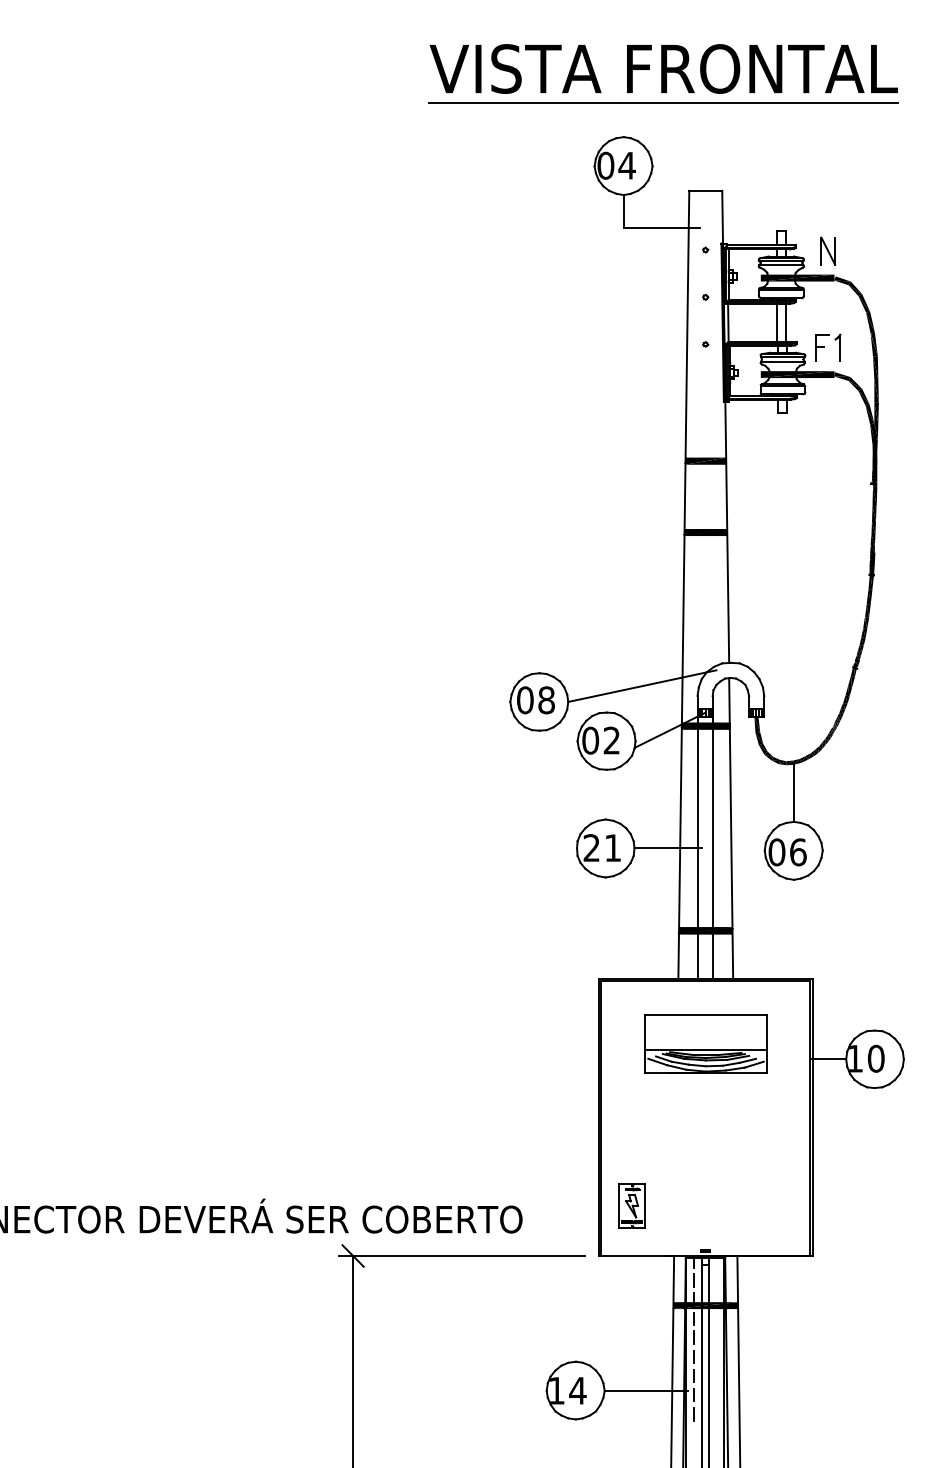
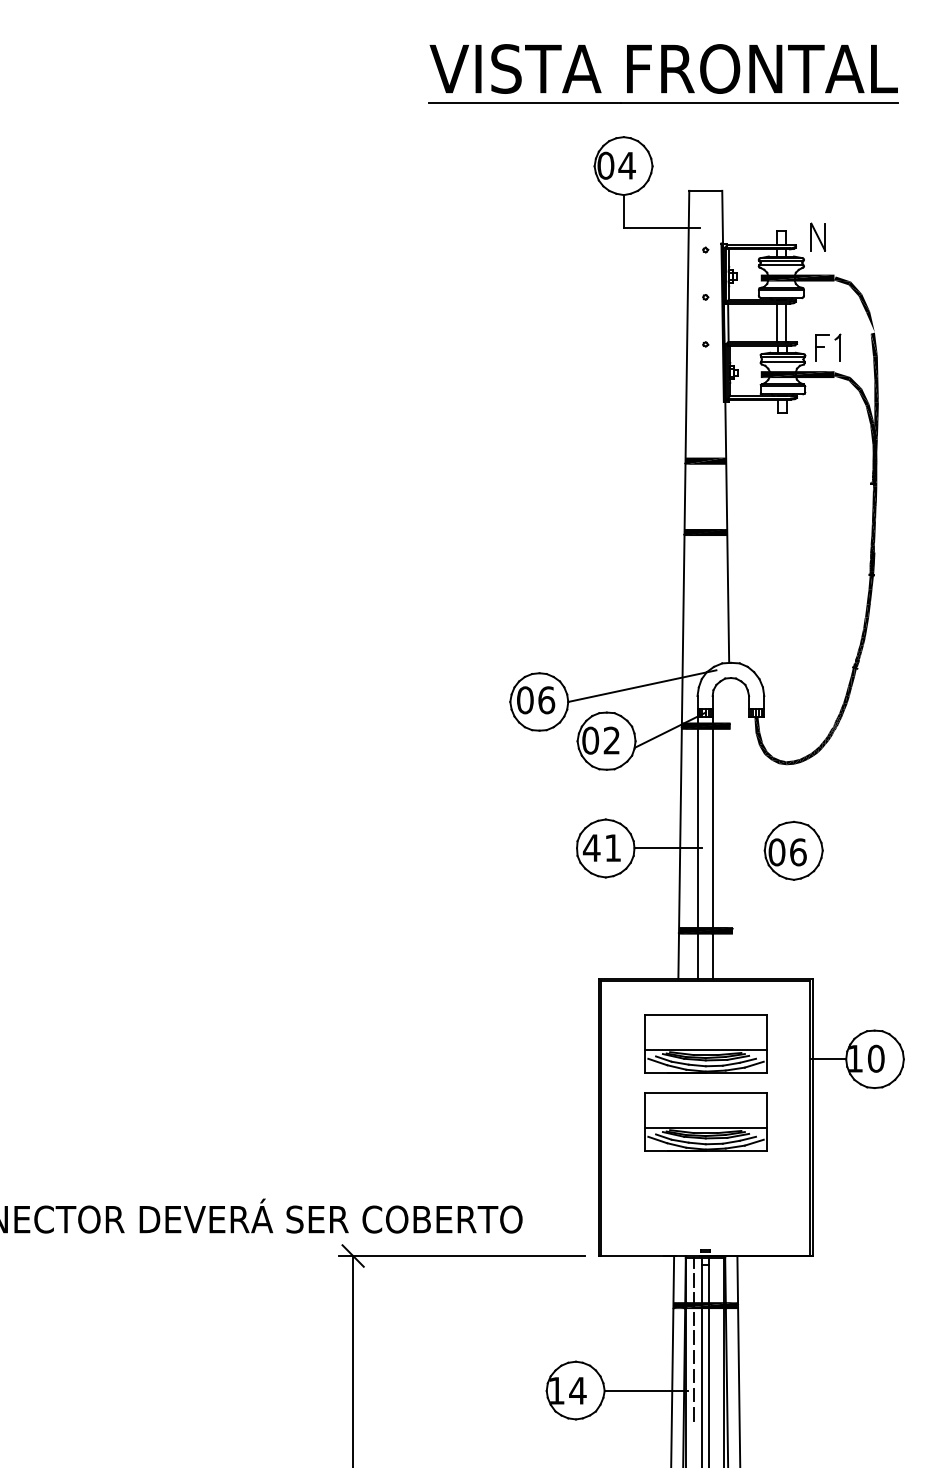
part at (827, 250) position: (827, 250) -> (817, 236)
fill at (870, 322): present -> none
text at (546, 700): 08 -> 06
line at (794, 792): present -> none
line at (731, 828): present -> none
text at (591, 847): 21 -> 41
part at (705, 1121): none -> present
part at (631, 1205): present -> none
